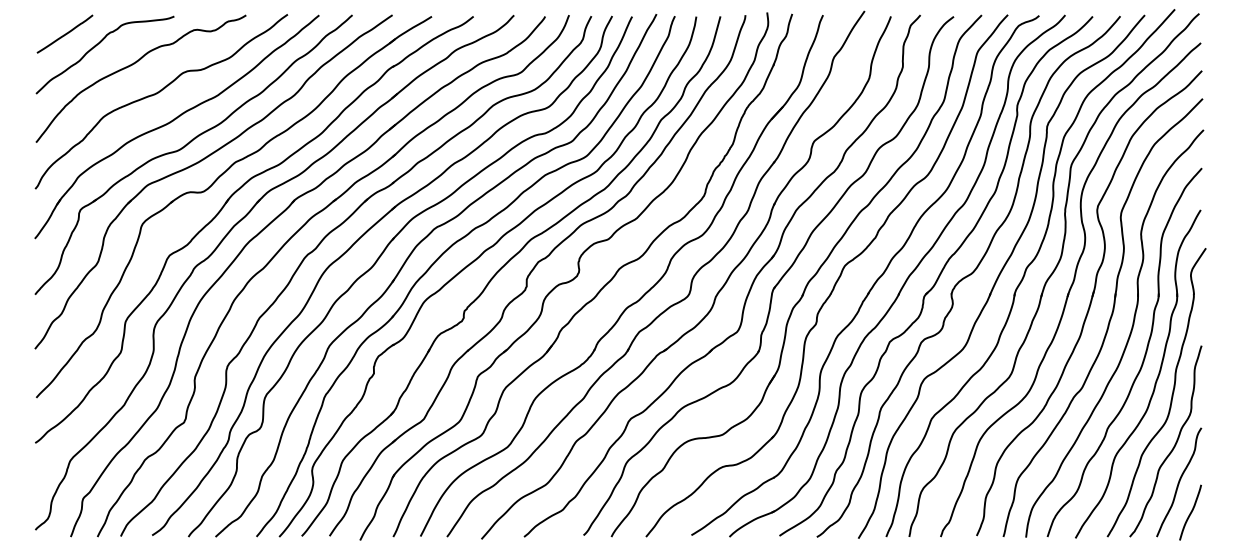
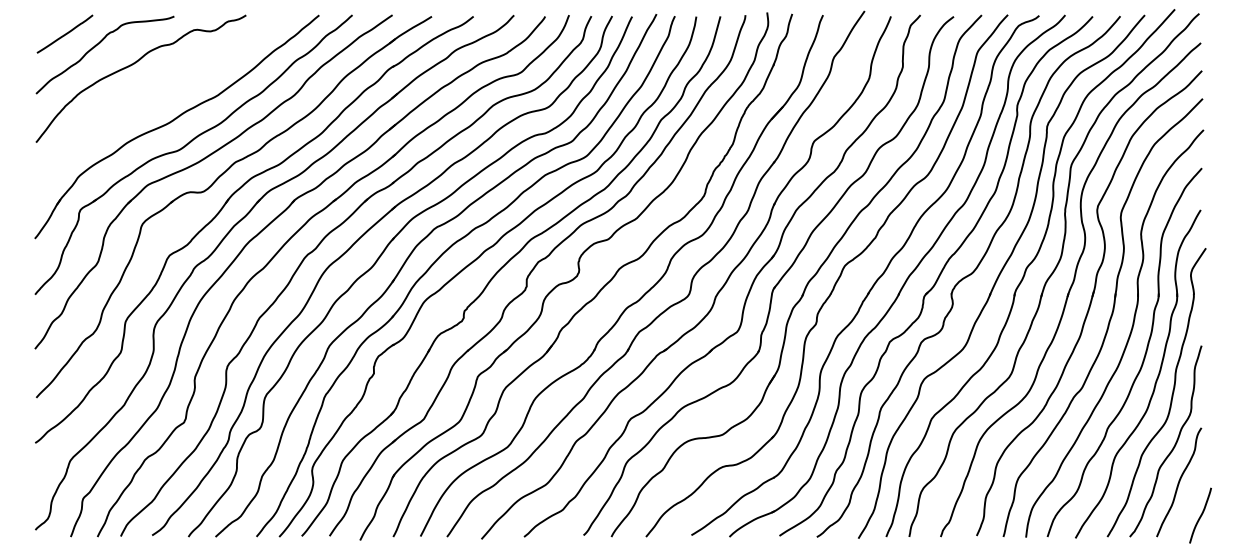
curve at (158, 93): present -> none
curve at (1190, 512) position: (1190, 512) -> (1200, 515)
